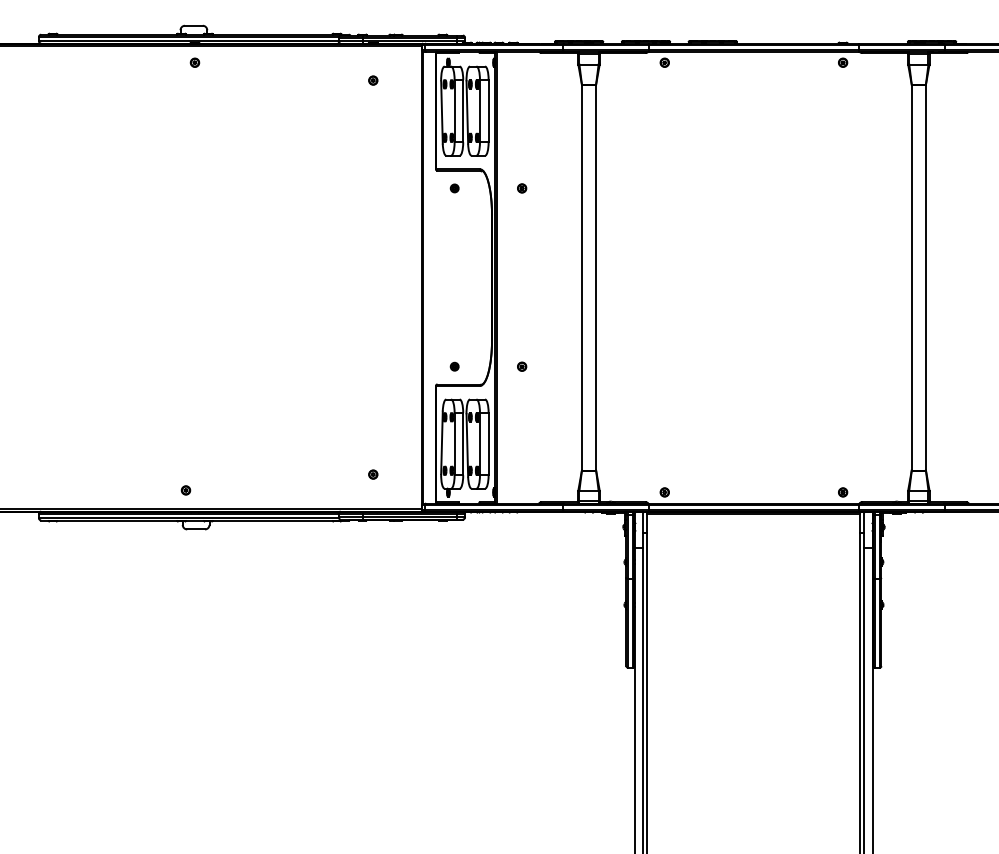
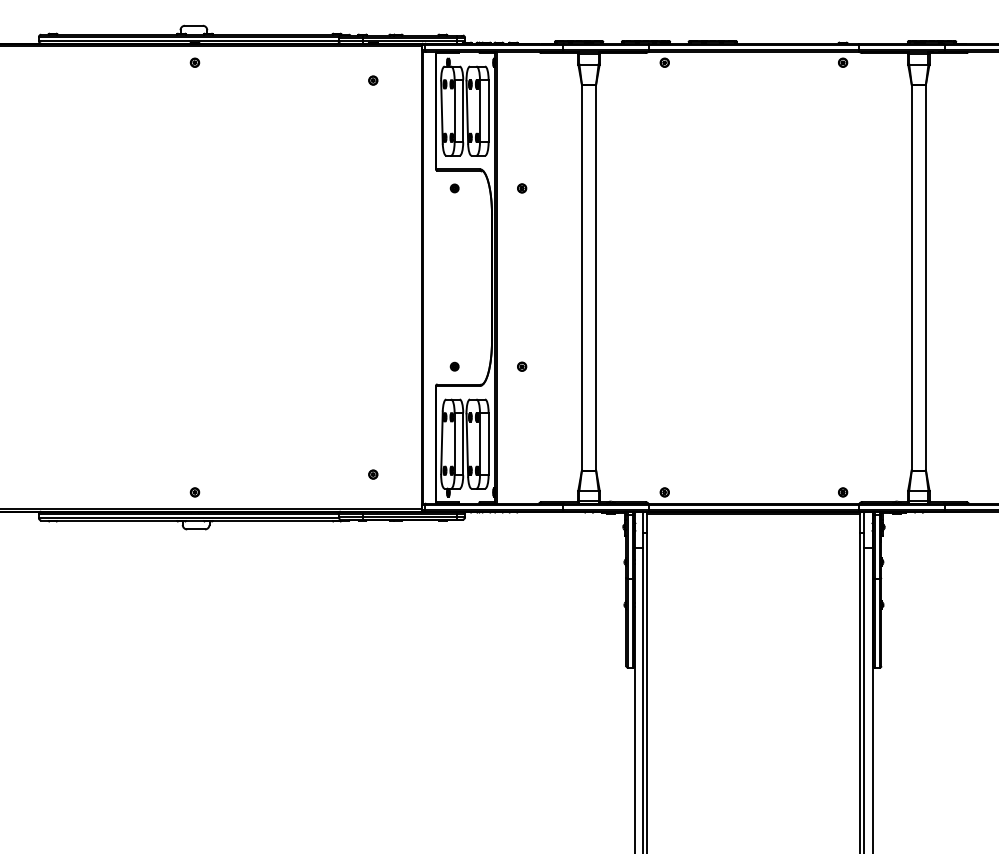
part at (185, 490) position: (185, 490) -> (194, 492)
